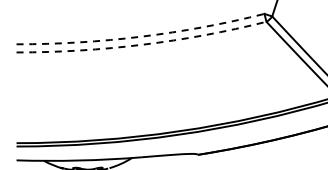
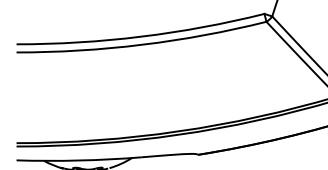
arc at (141, 36): dashed -> solid
arc at (142, 44): dashed -> solid
